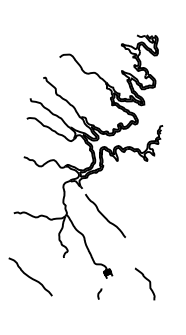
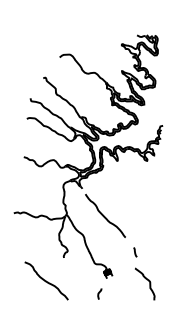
curve at (135, 252): none -> present
curve at (30, 276) position: (30, 276) -> (46, 280)
